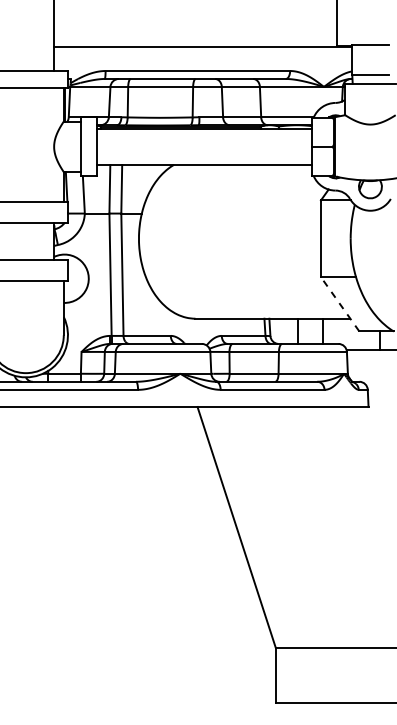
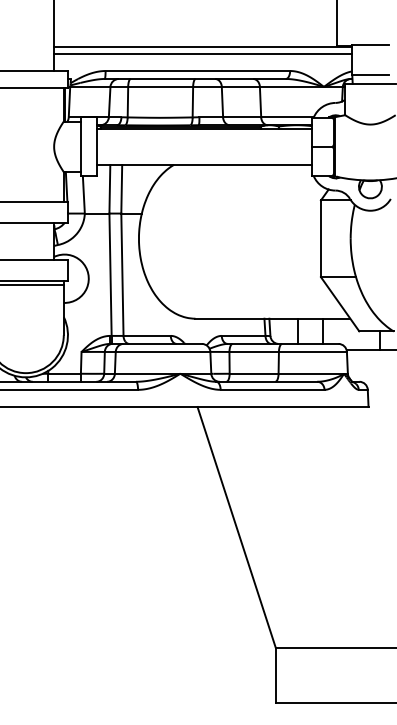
line at (202, 53): none -> present
line at (32, 284): none -> present
line at (339, 303): dashed -> solid
